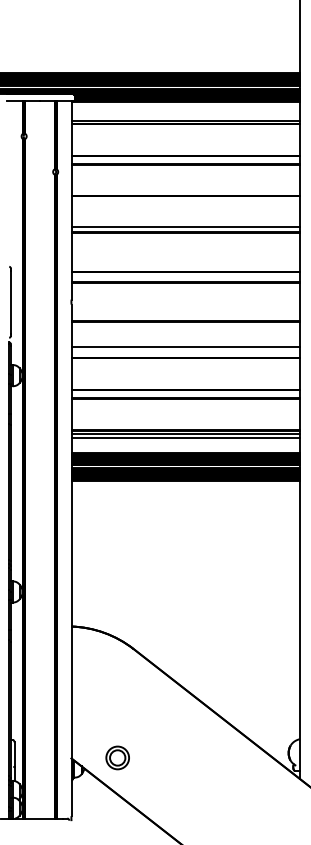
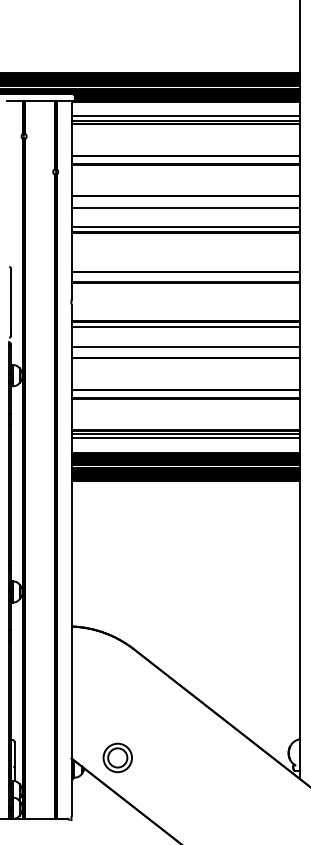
line at (185, 116): none -> present
line at (185, 207): none -> present
line at (185, 326): none -> present
part at (117, 757) size: 25x26 px -> 31x32 px
